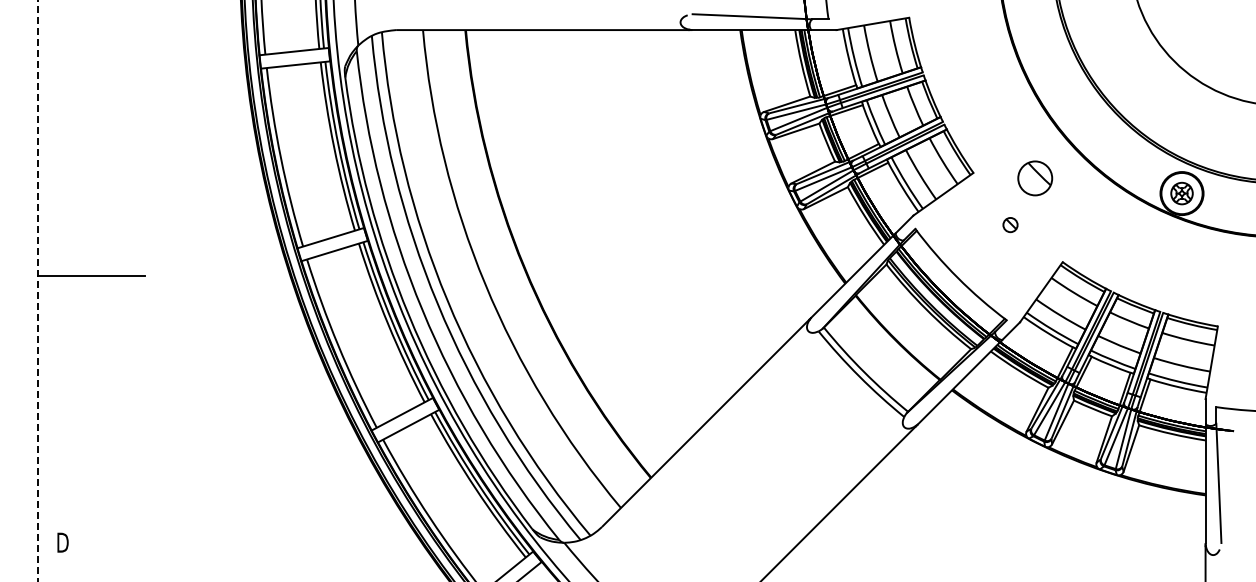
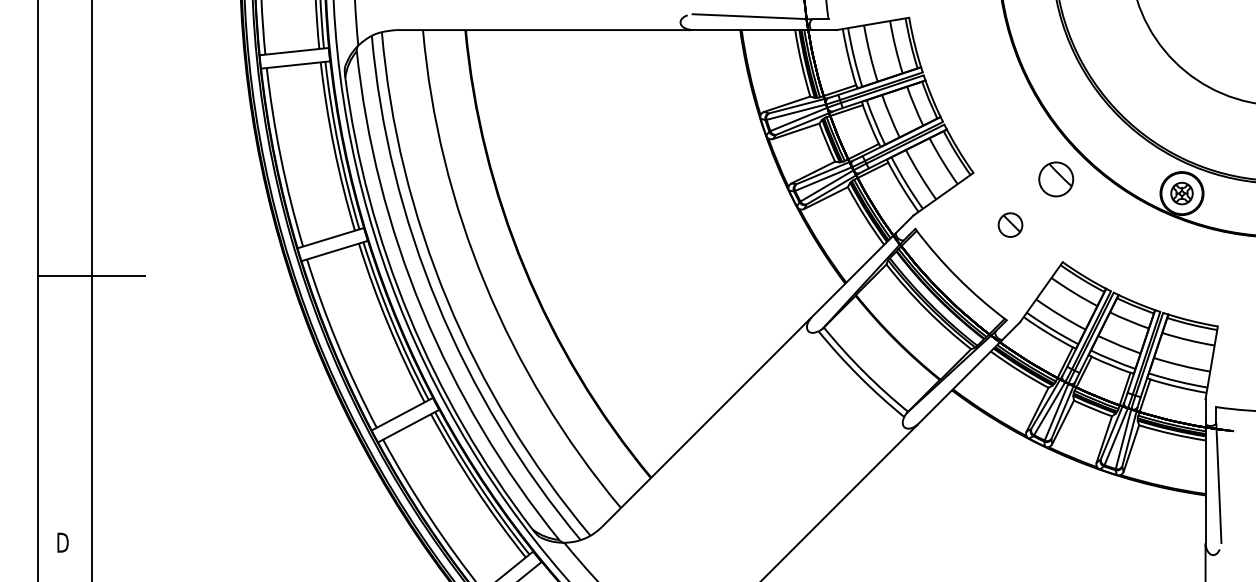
part at (1035, 178) position: (1035, 178) -> (1056, 179)
part at (1010, 225) size: 17x17 px -> 27x26 px
line at (91, 290): none -> present
line at (37, 291): dashed -> solid
